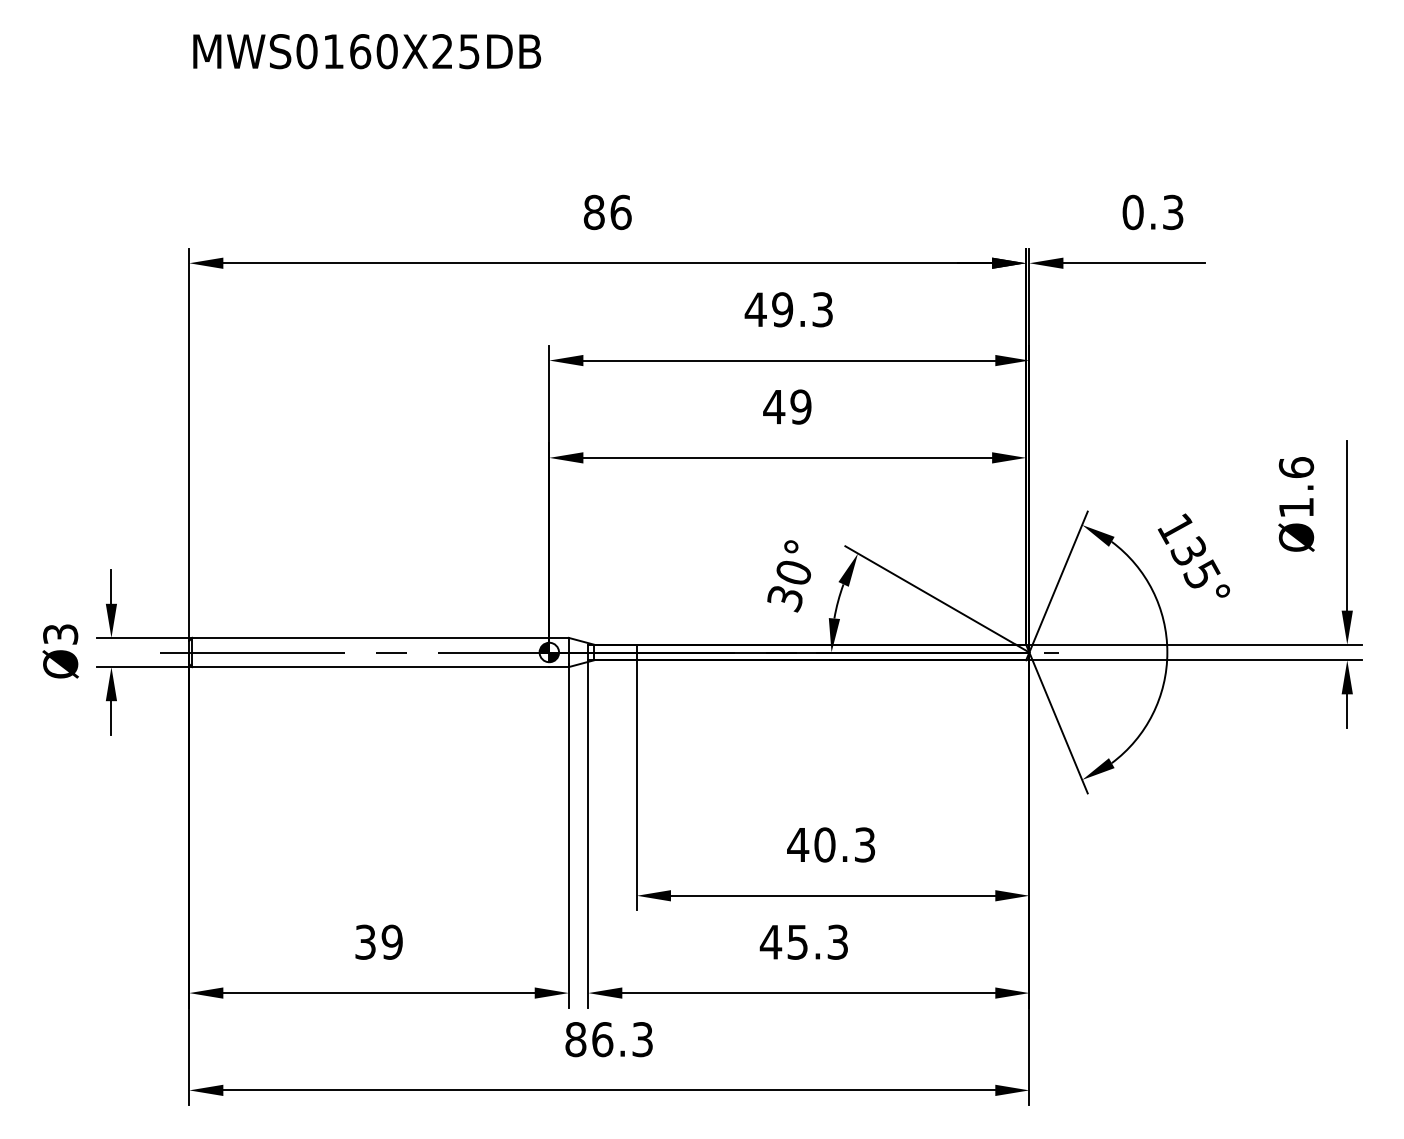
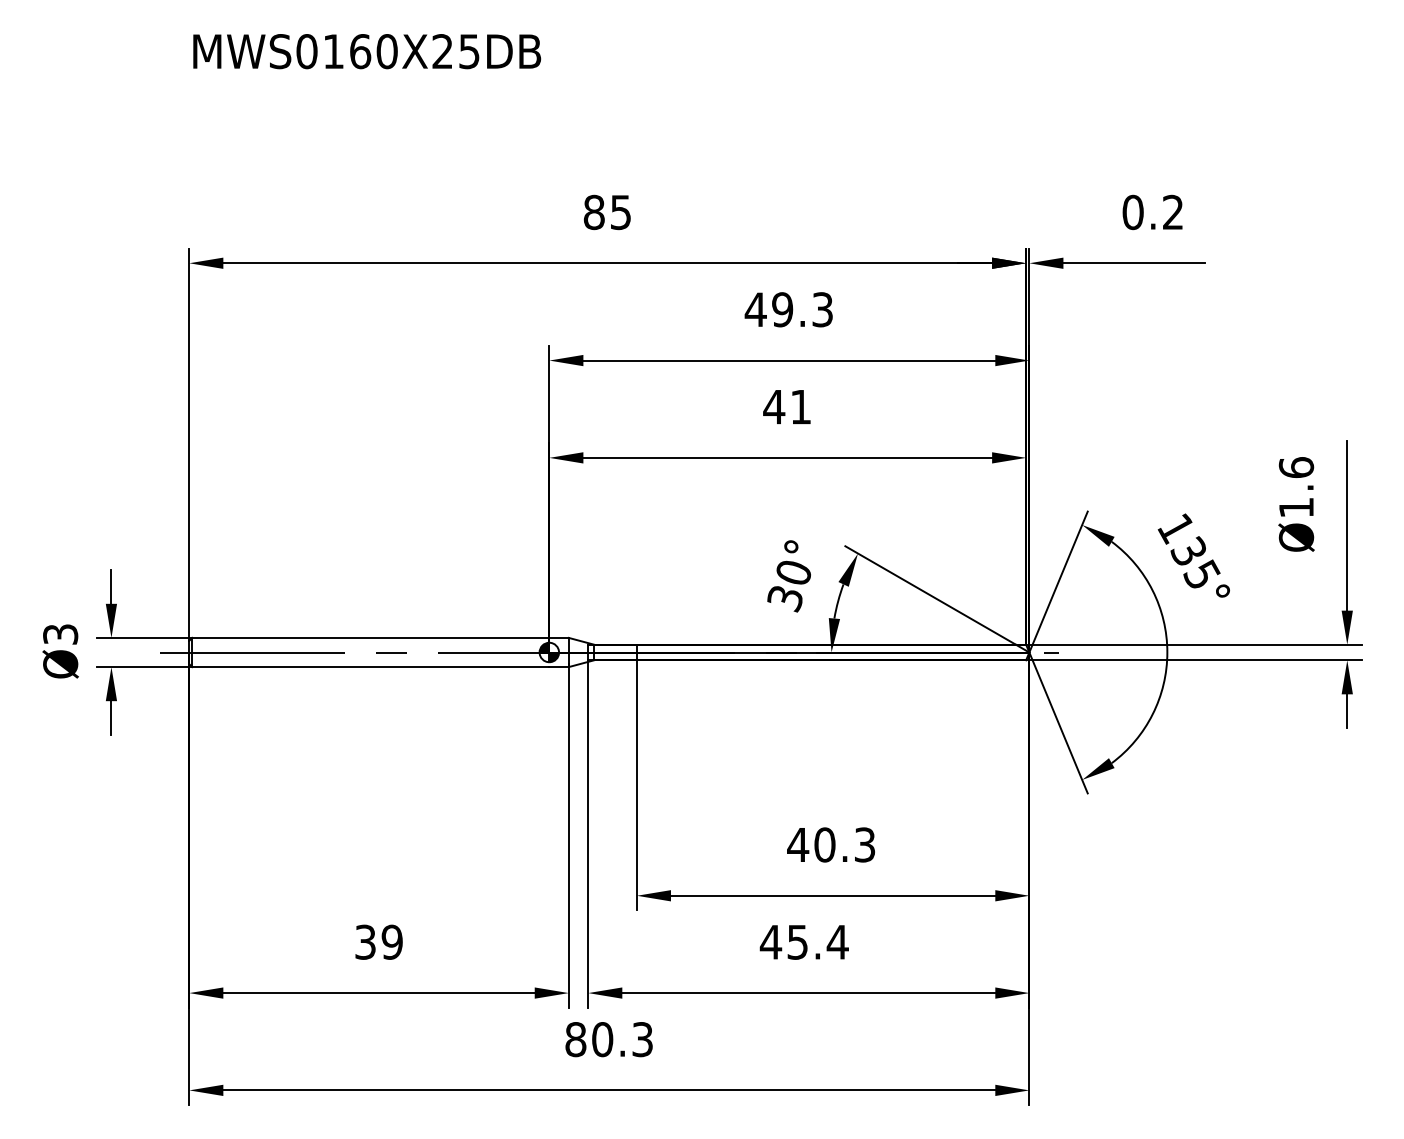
text at (620, 212): 86 -> 85
text at (1173, 212): 0.3 -> 0.2
text at (800, 406): 49 -> 41
text at (837, 941): 45.3 -> 45.4
text at (602, 1039): 86.3 -> 80.3
